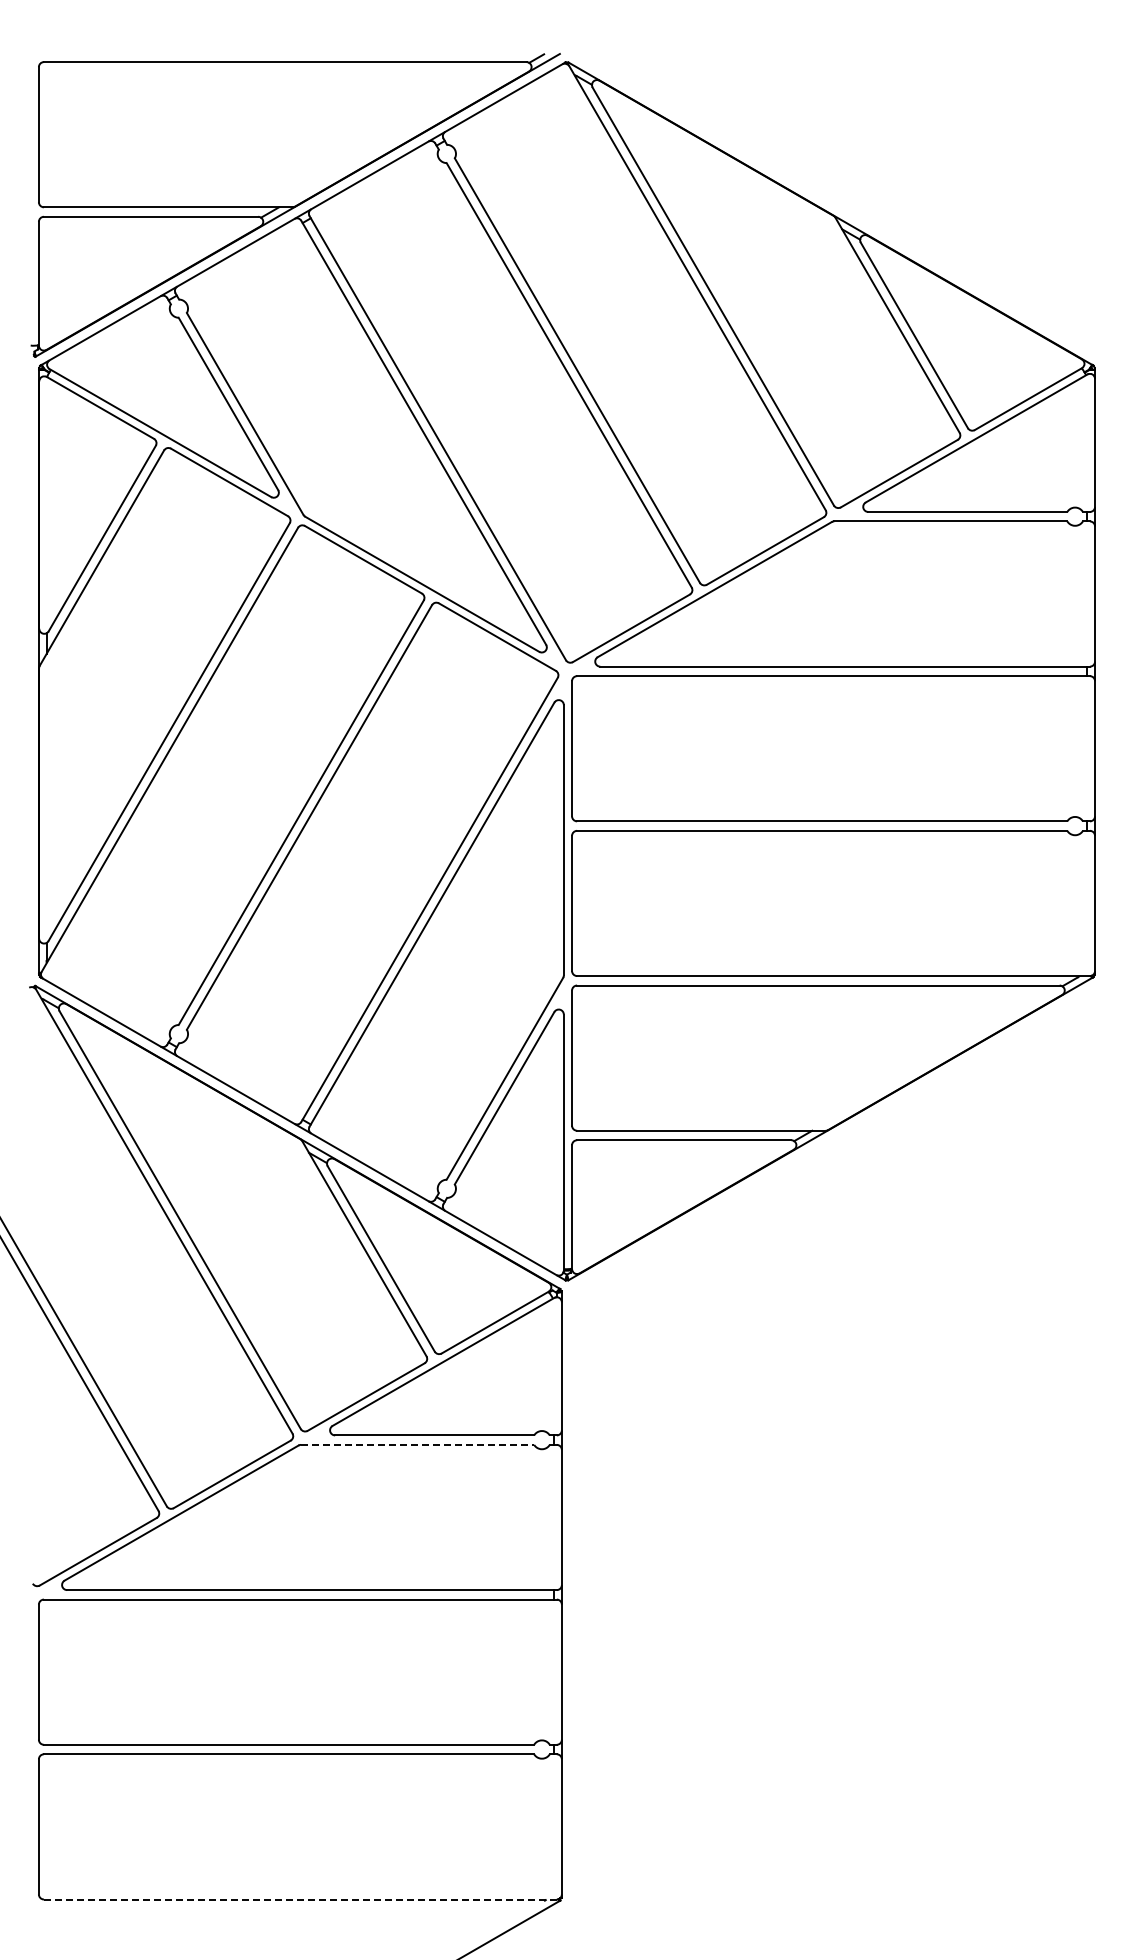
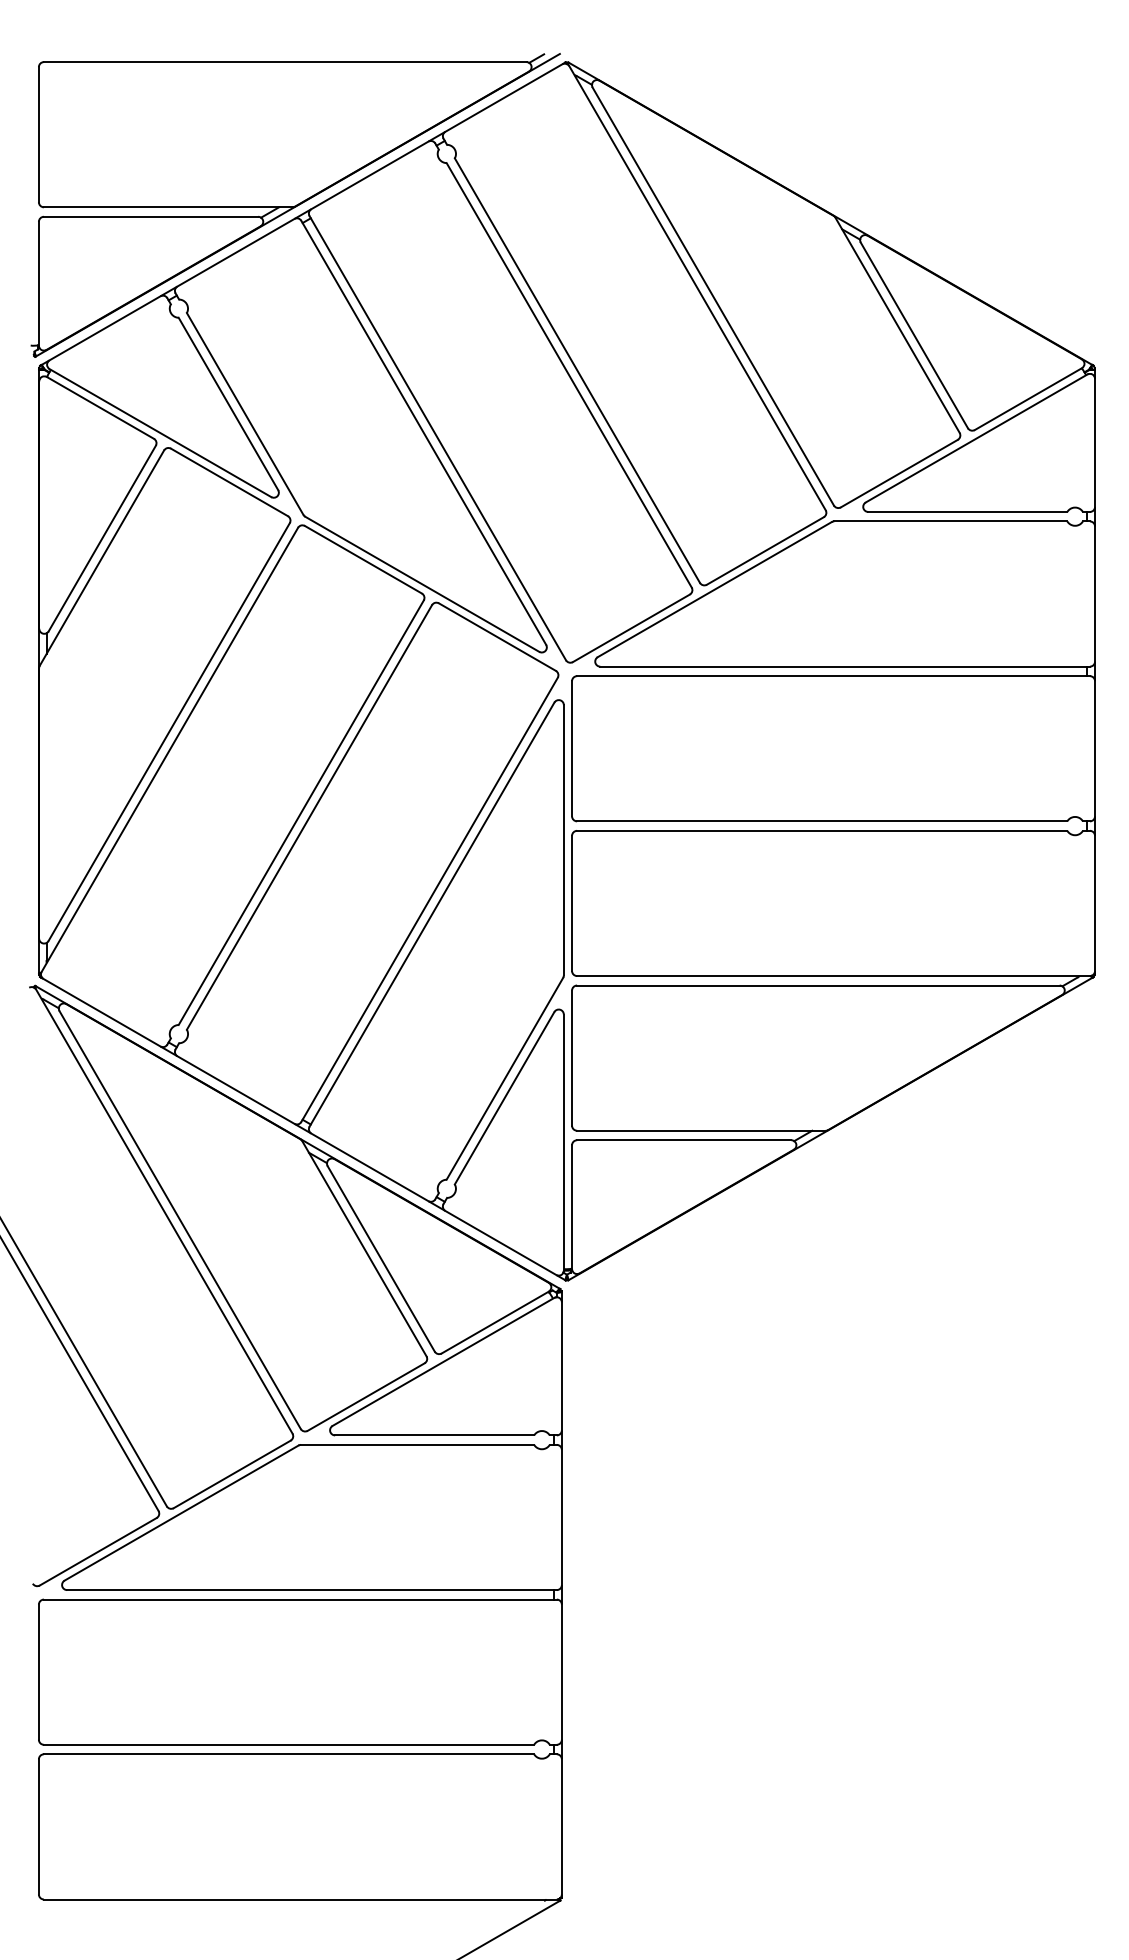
line at (417, 1444): dashed -> solid
line at (299, 1899): dashed -> solid
